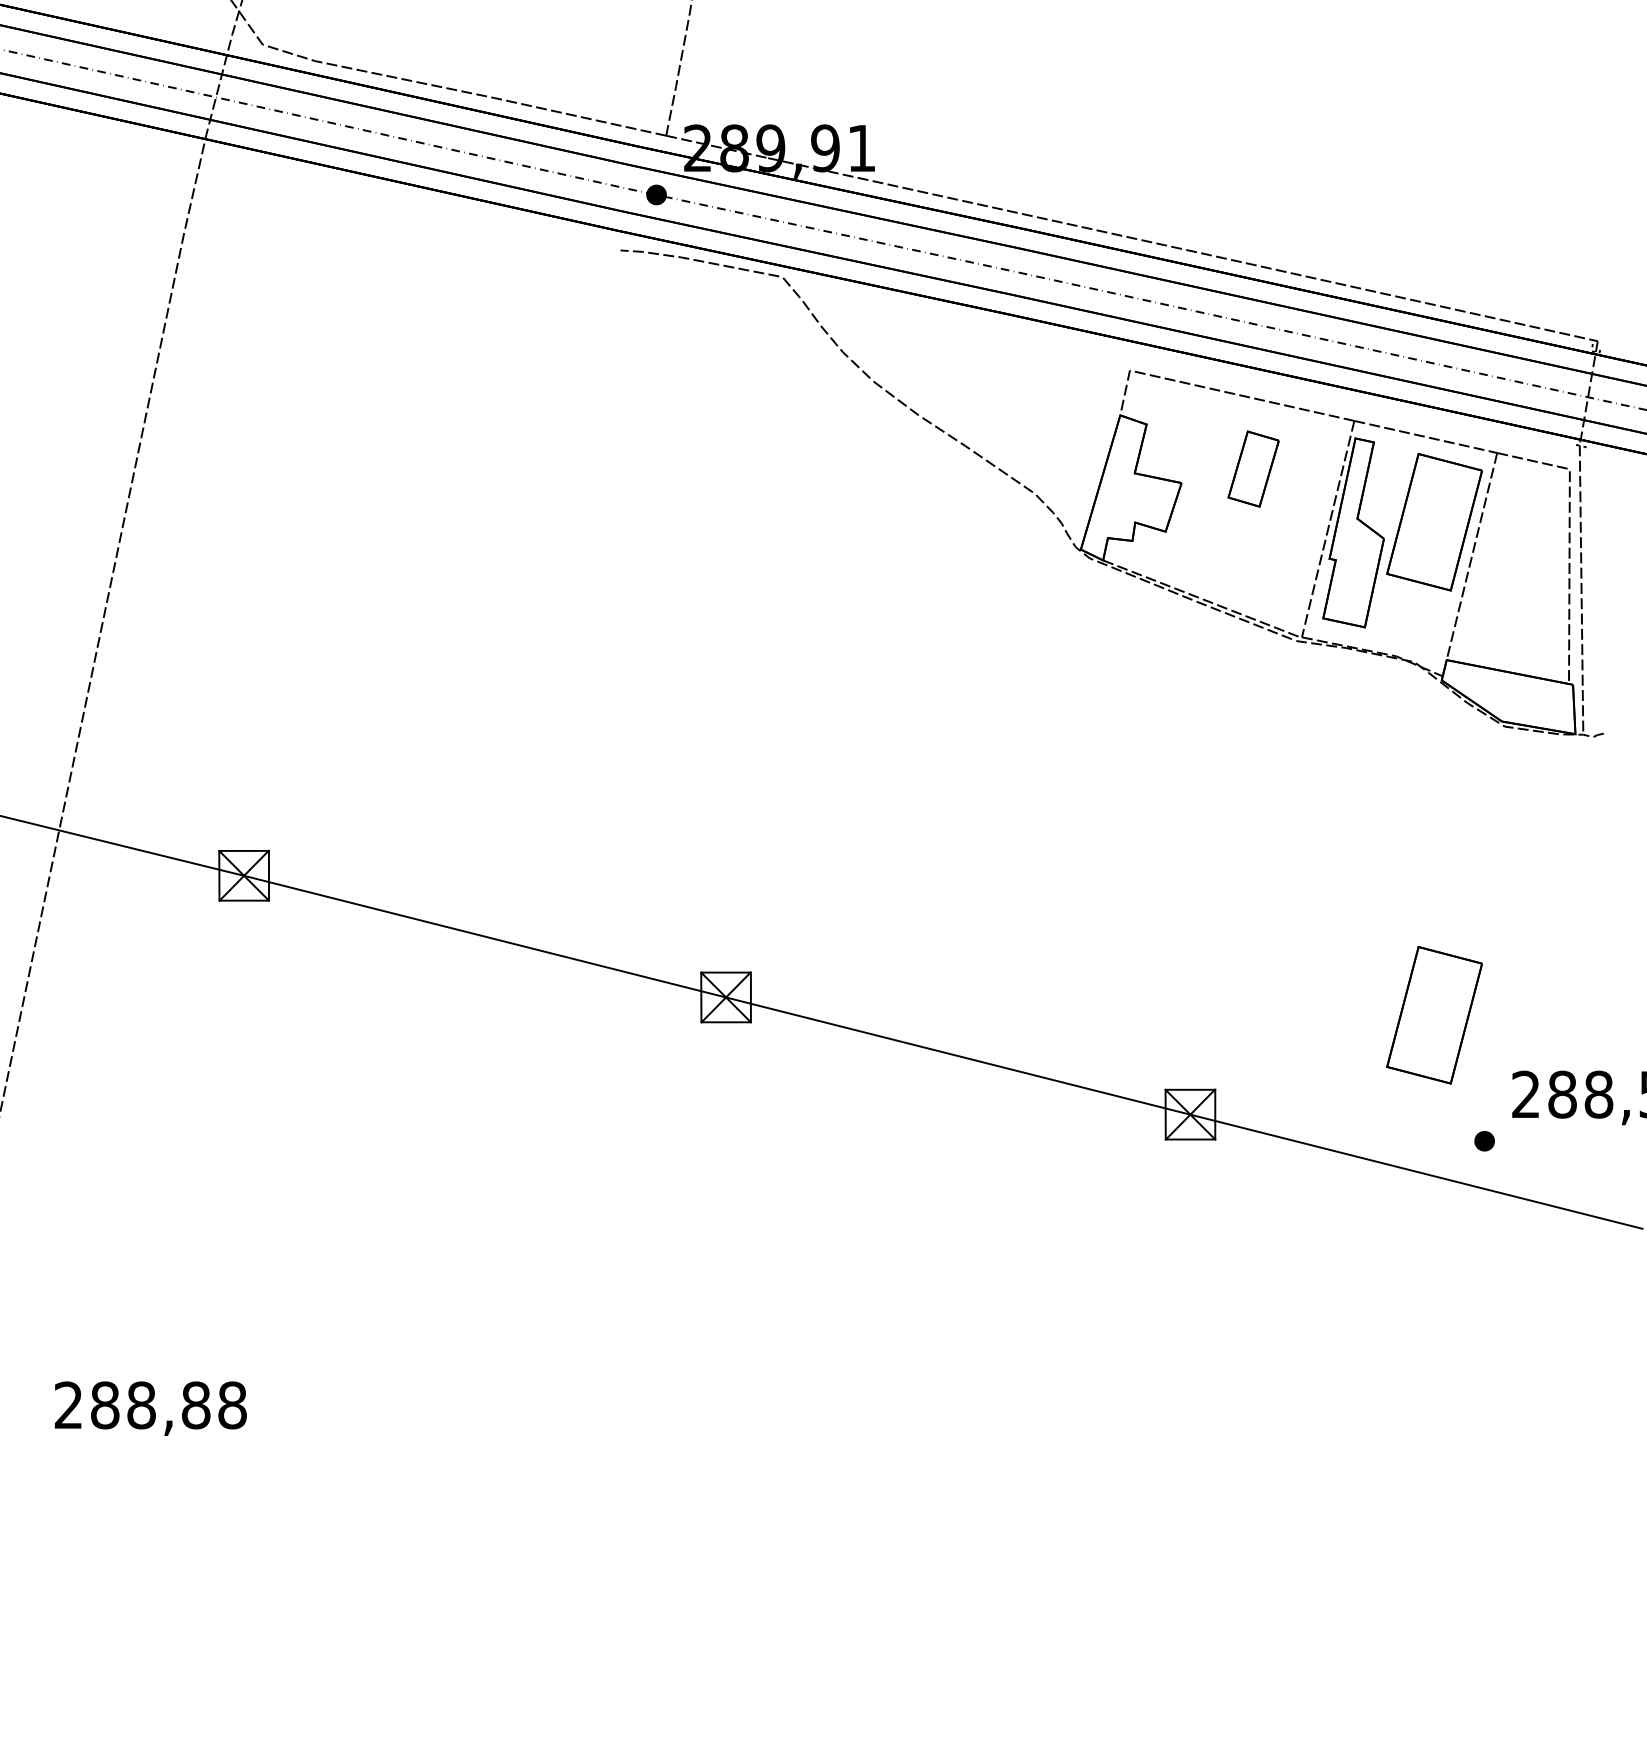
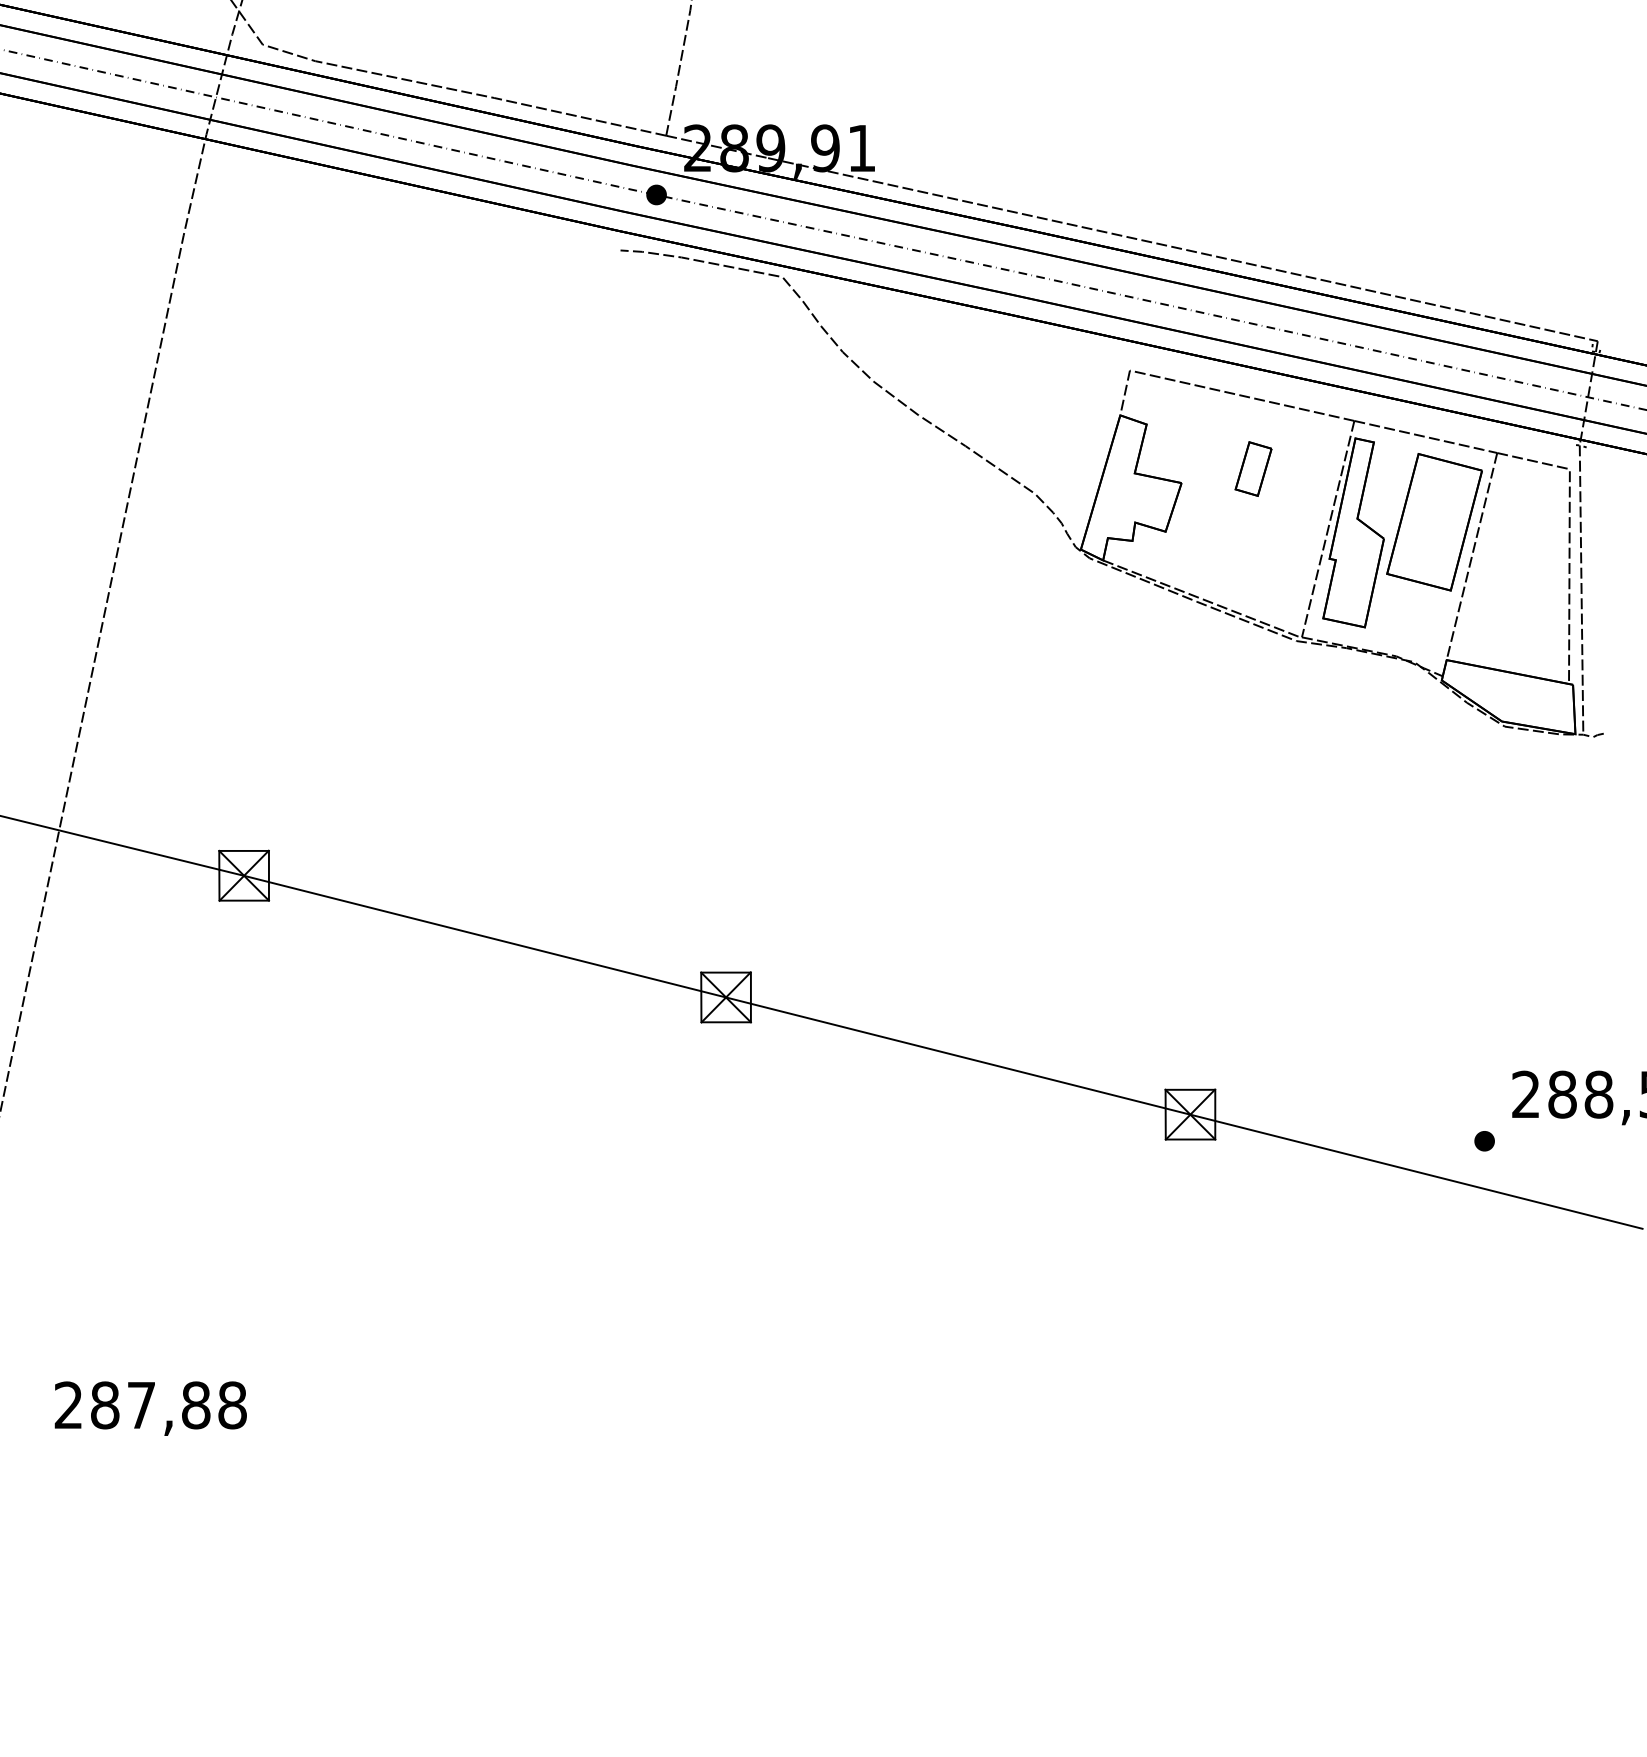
part at (1253, 468) size: 53x78 px -> 39x56 px
part at (1434, 1015): present -> none
text at (141, 1405): 288,88 -> 287,88
